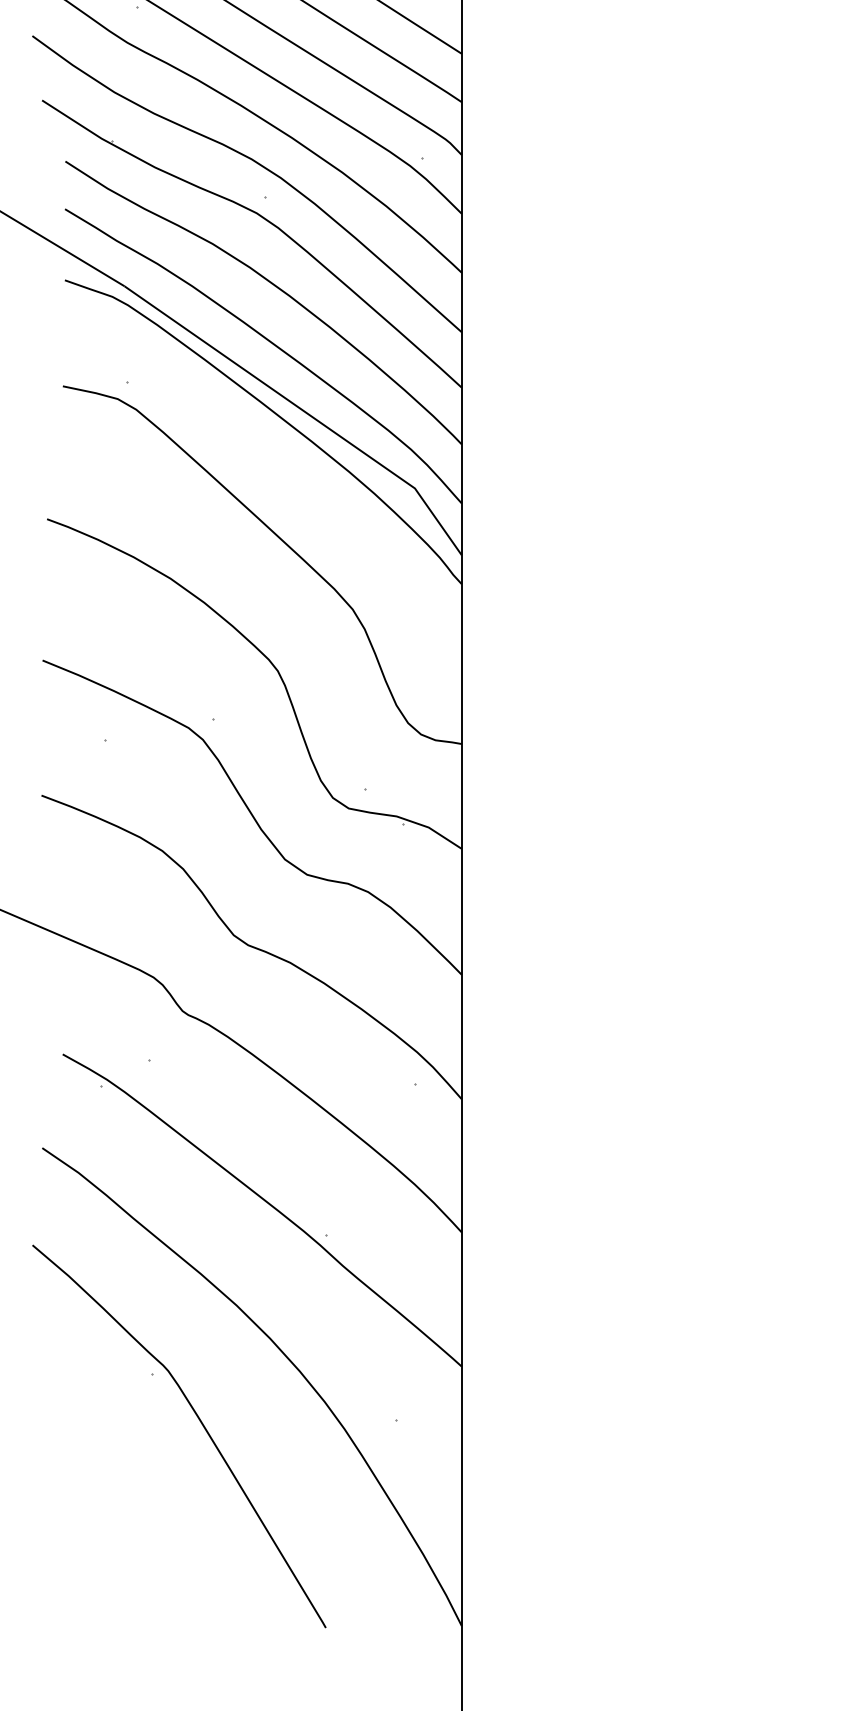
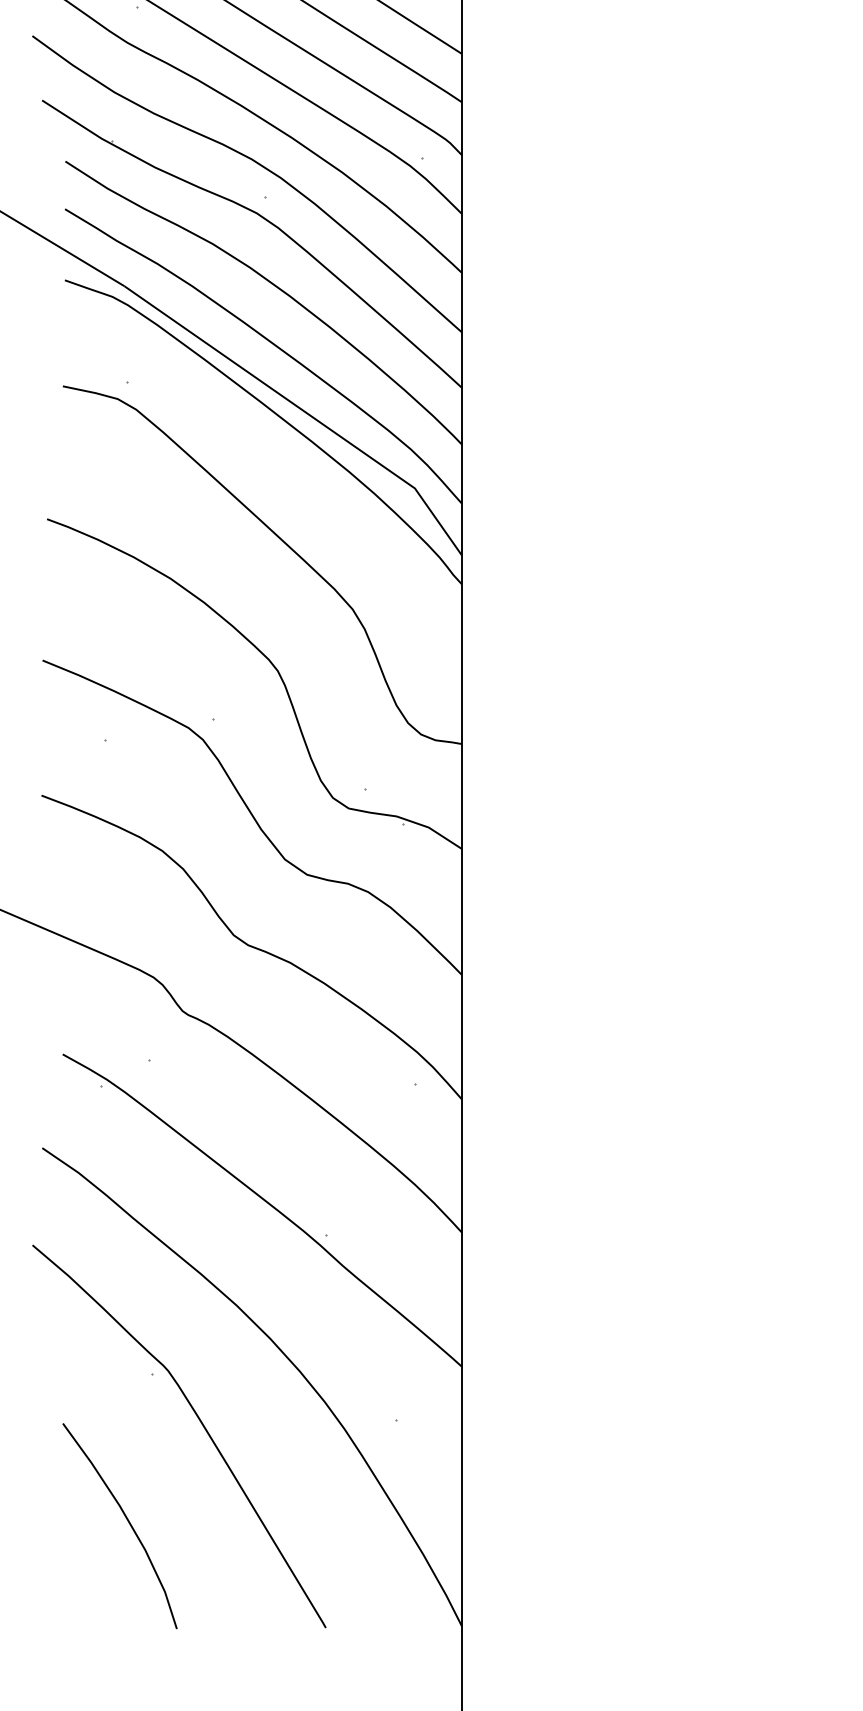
curve at (127, 1521): none -> present
